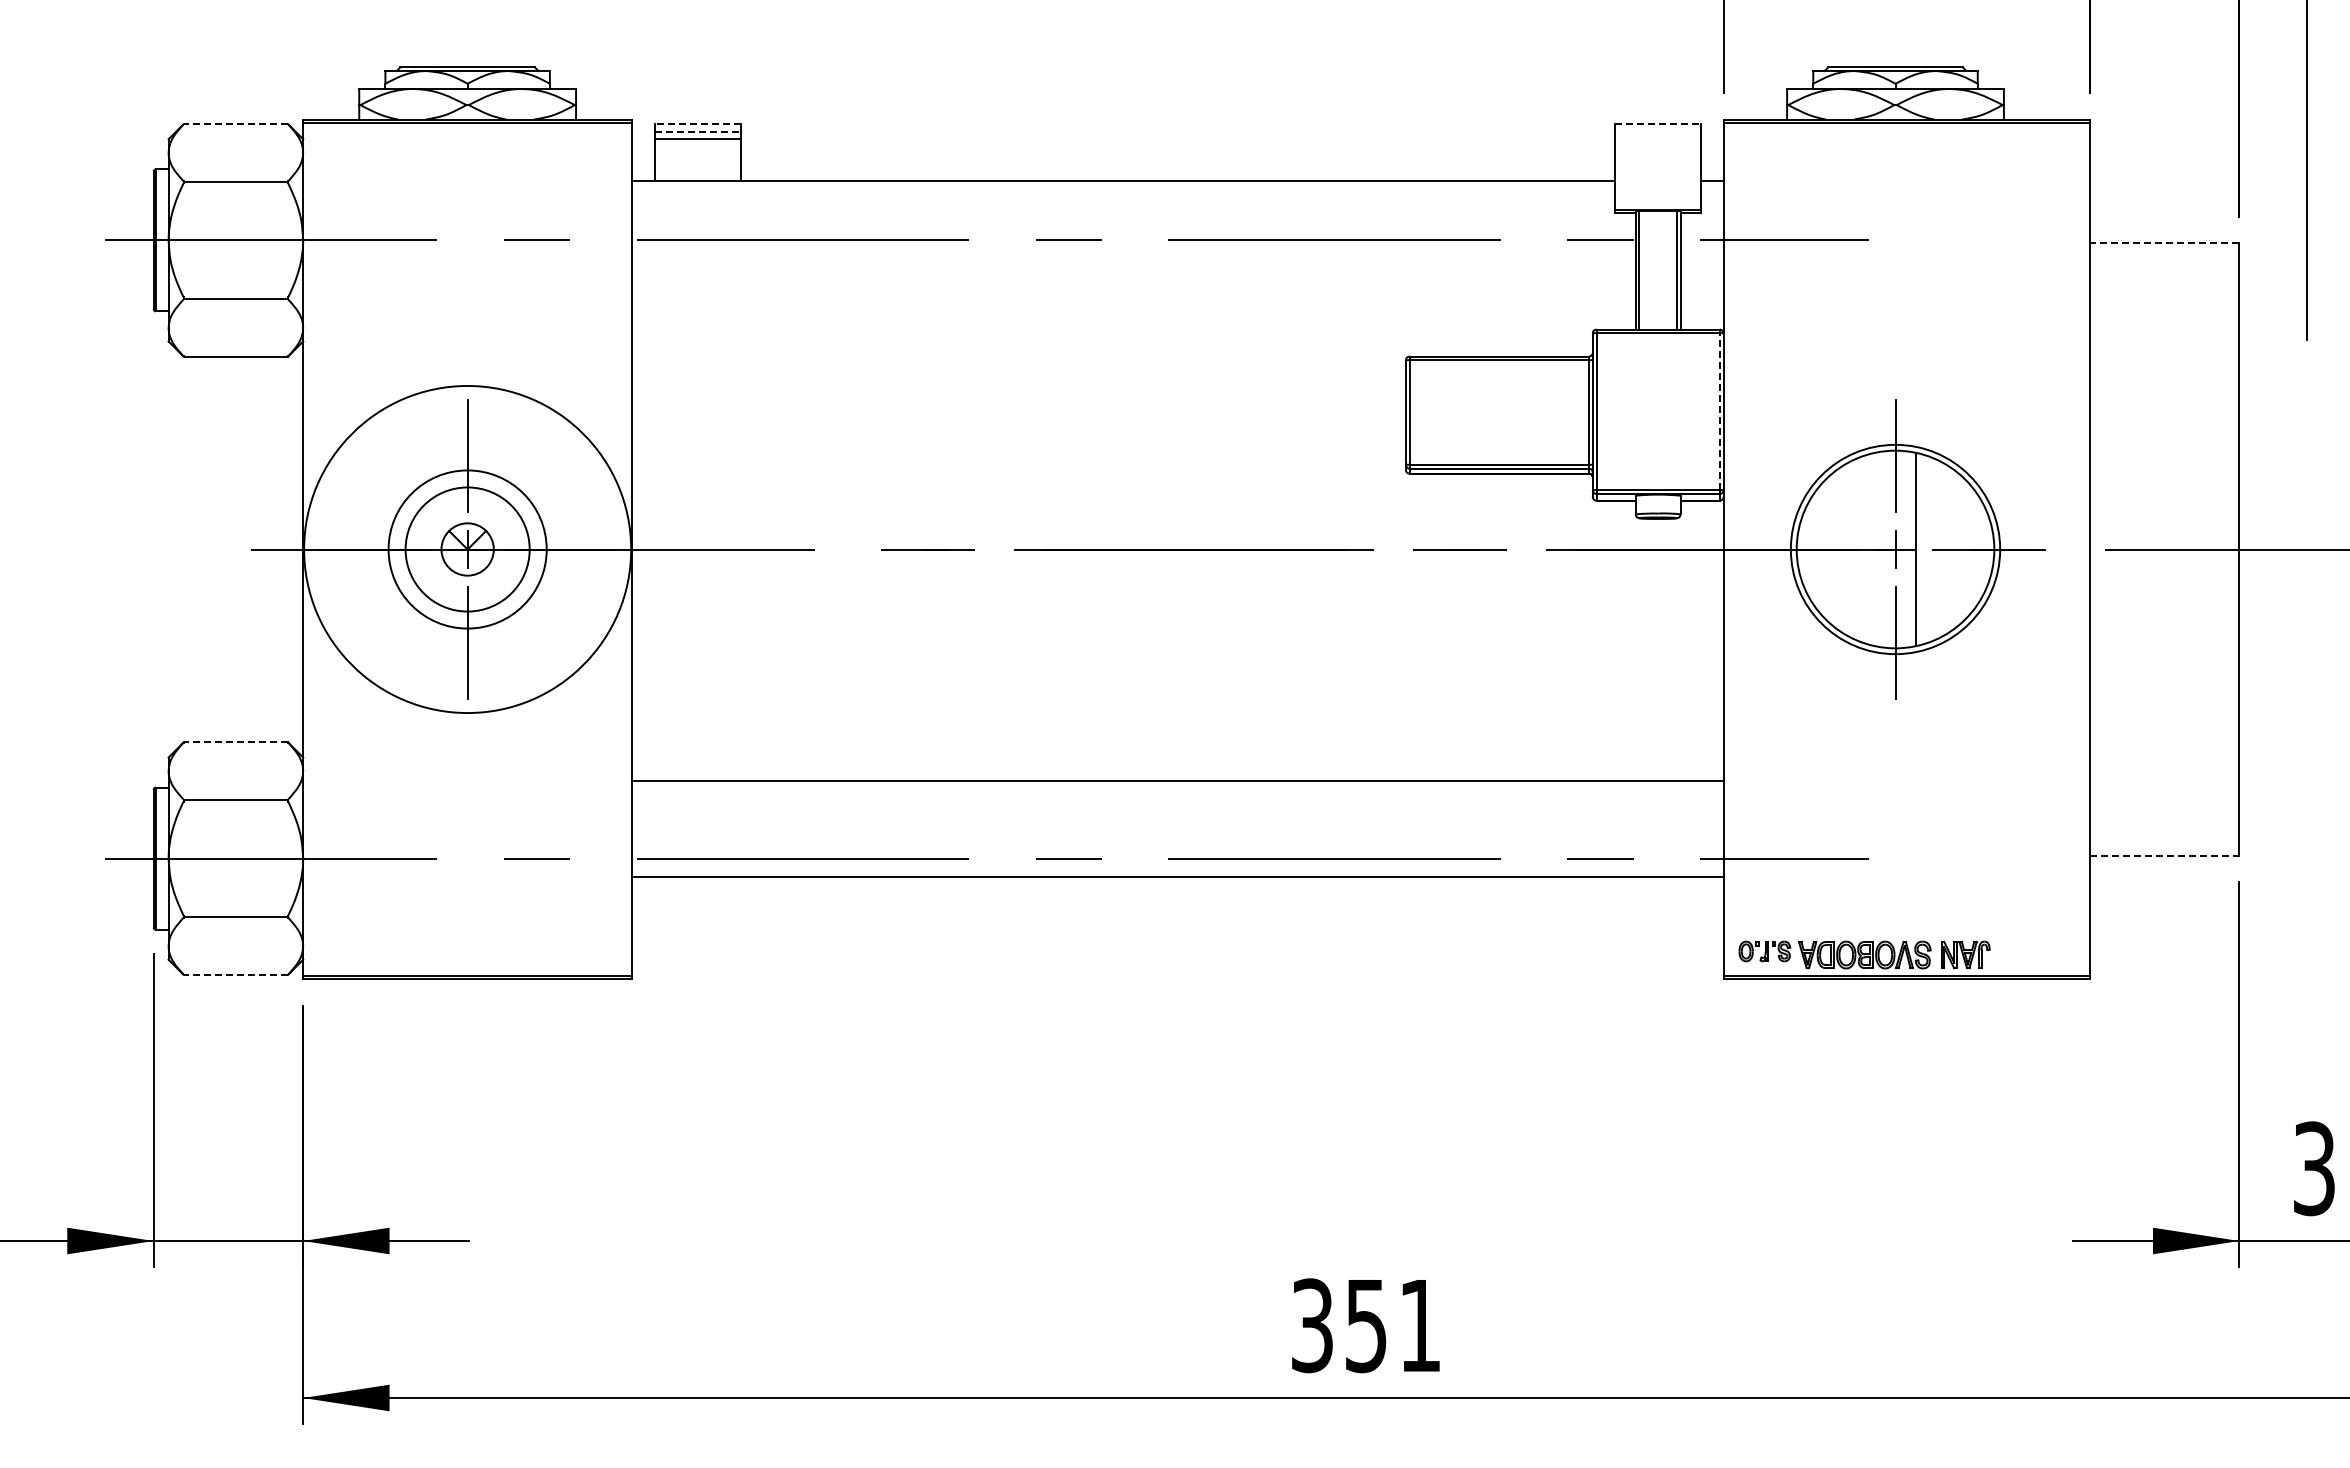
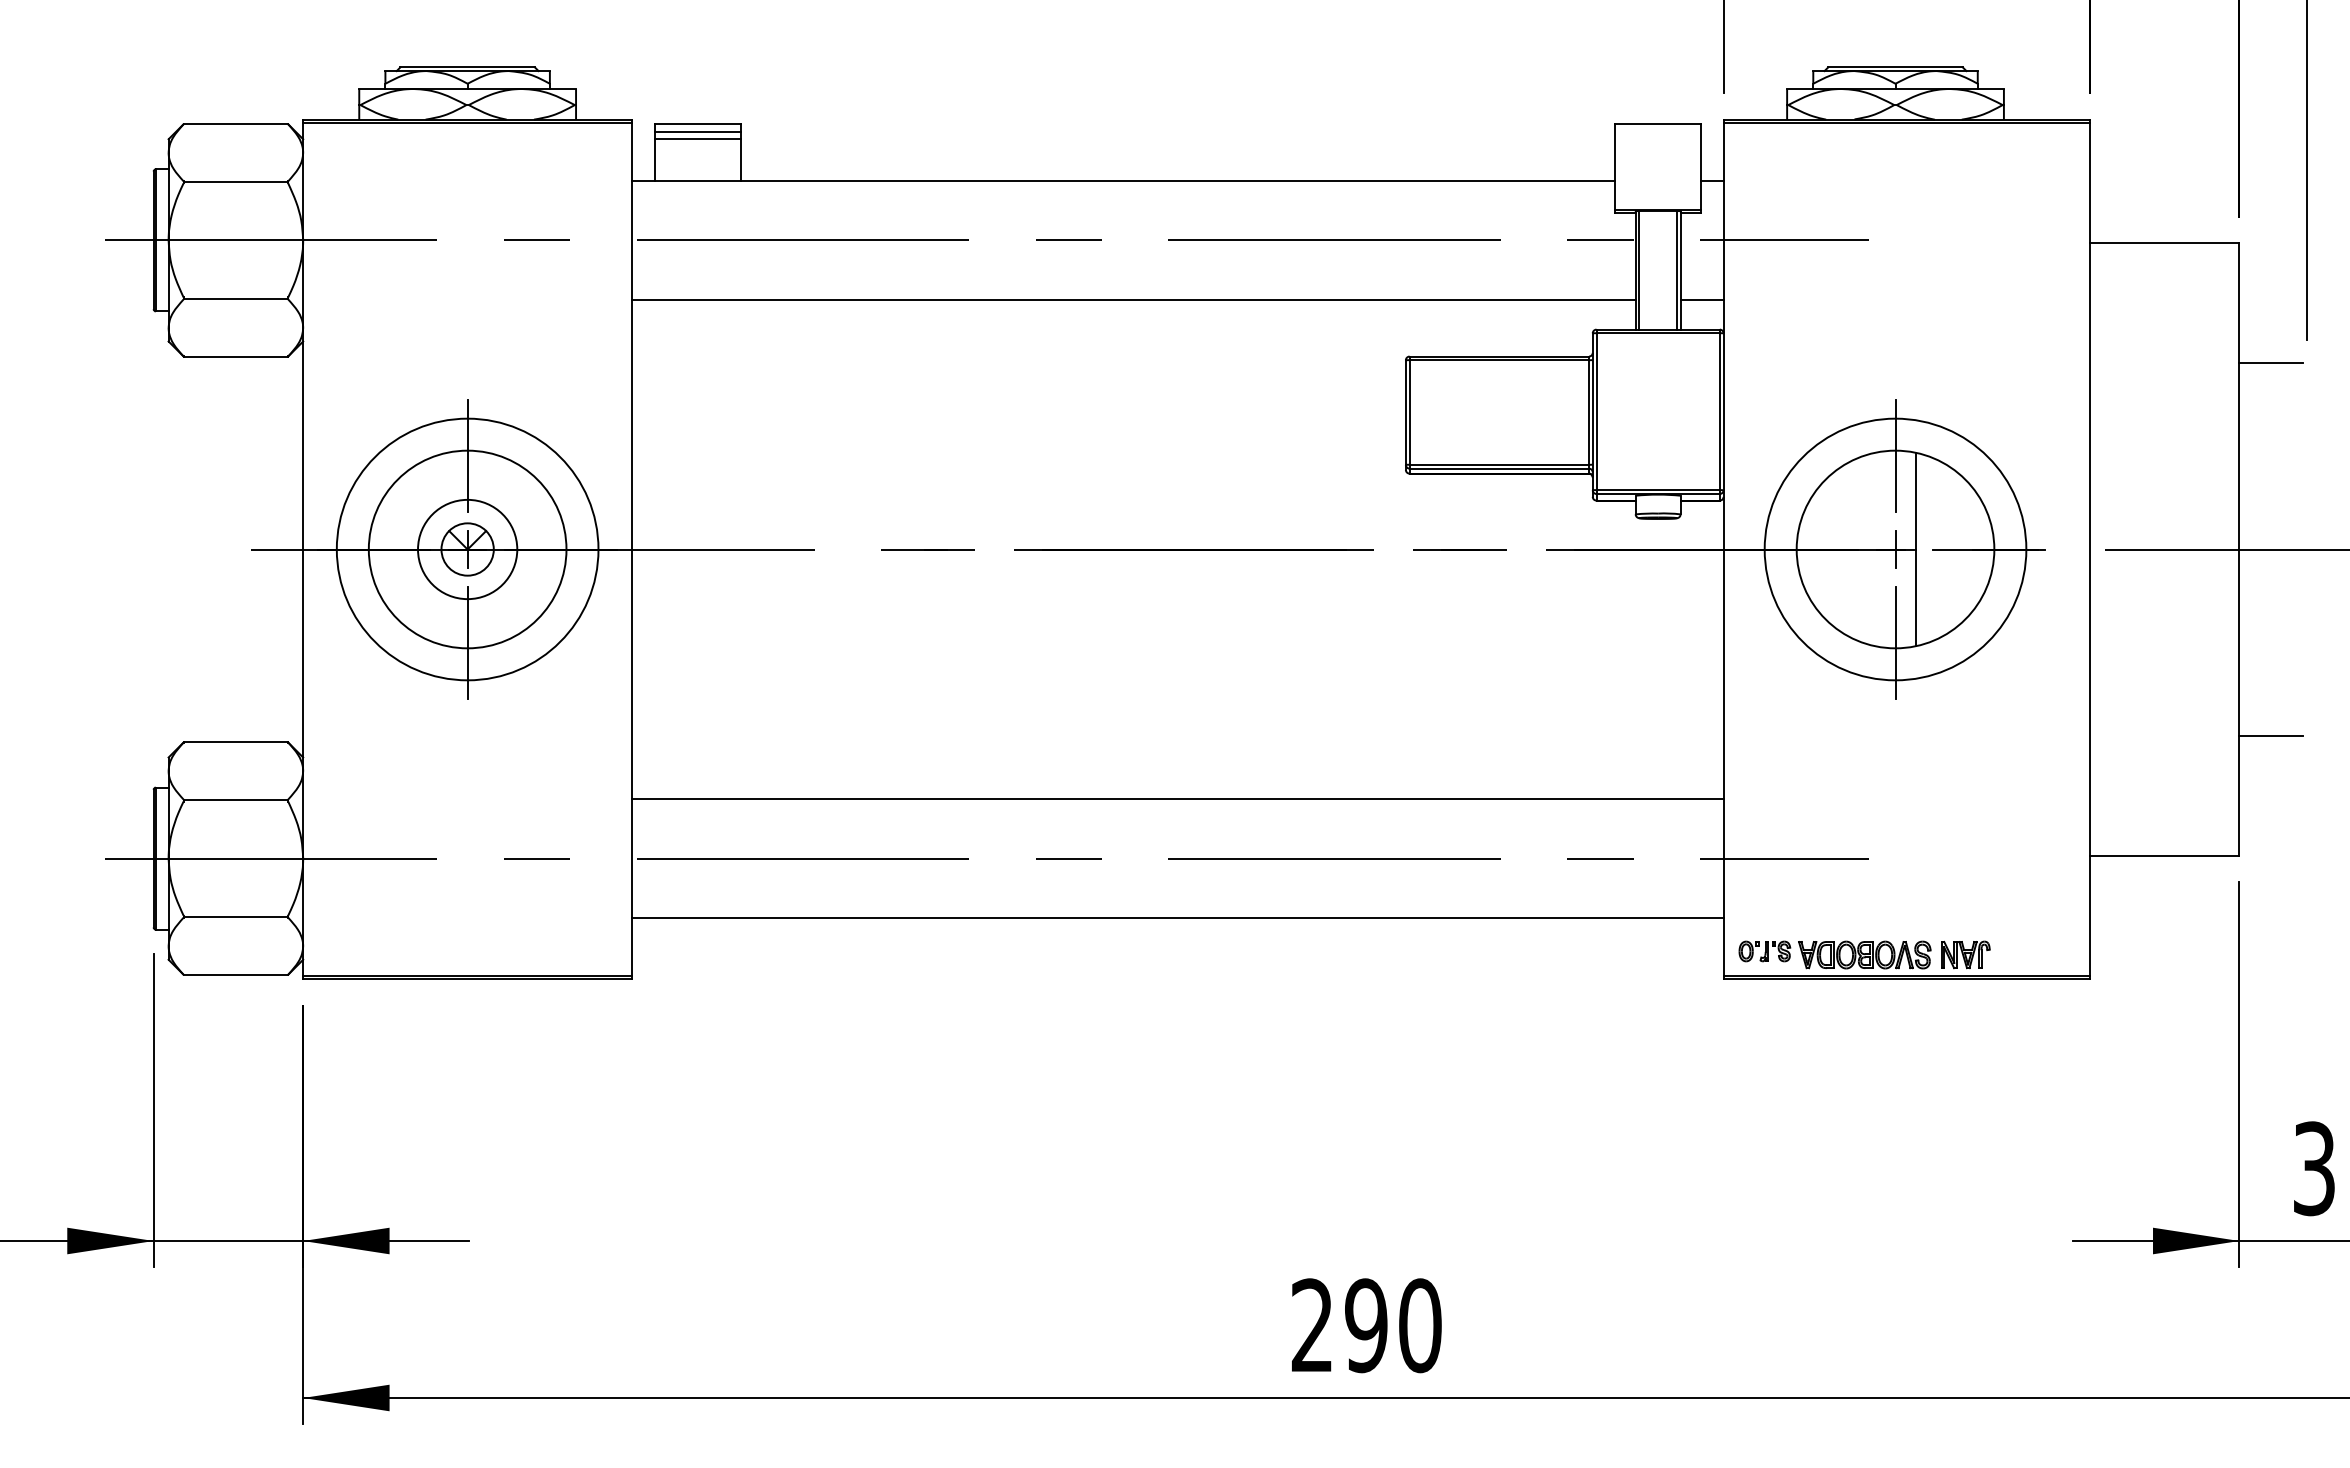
line at (235, 123): dashed -> solid
line at (697, 124): dashed -> solid
line at (1658, 124): dashed -> solid
line at (697, 131): dashed -> solid
line at (2164, 243): dashed -> solid
line at (1133, 300): none -> present
line at (1701, 300): none -> present
line at (2270, 362): none -> present
line at (1719, 411): dashed -> solid
circle at (467, 549) diameter: 124 px -> 99 px
circle at (467, 549) diameter: 158 px -> 198 px
circle at (467, 549) diameter: 327 px -> 262 px
circle at (1895, 549) diameter: 209 px -> 262 px
line at (2270, 736): none -> present
line at (235, 741): dashed -> solid
line at (1177, 780) position: (1177, 780) -> (1177, 798)
line at (2164, 856): dashed -> solid
line at (1177, 877) position: (1177, 877) -> (1177, 918)
line at (235, 975): dashed -> solid
text at (1366, 1325): 351 -> 290
